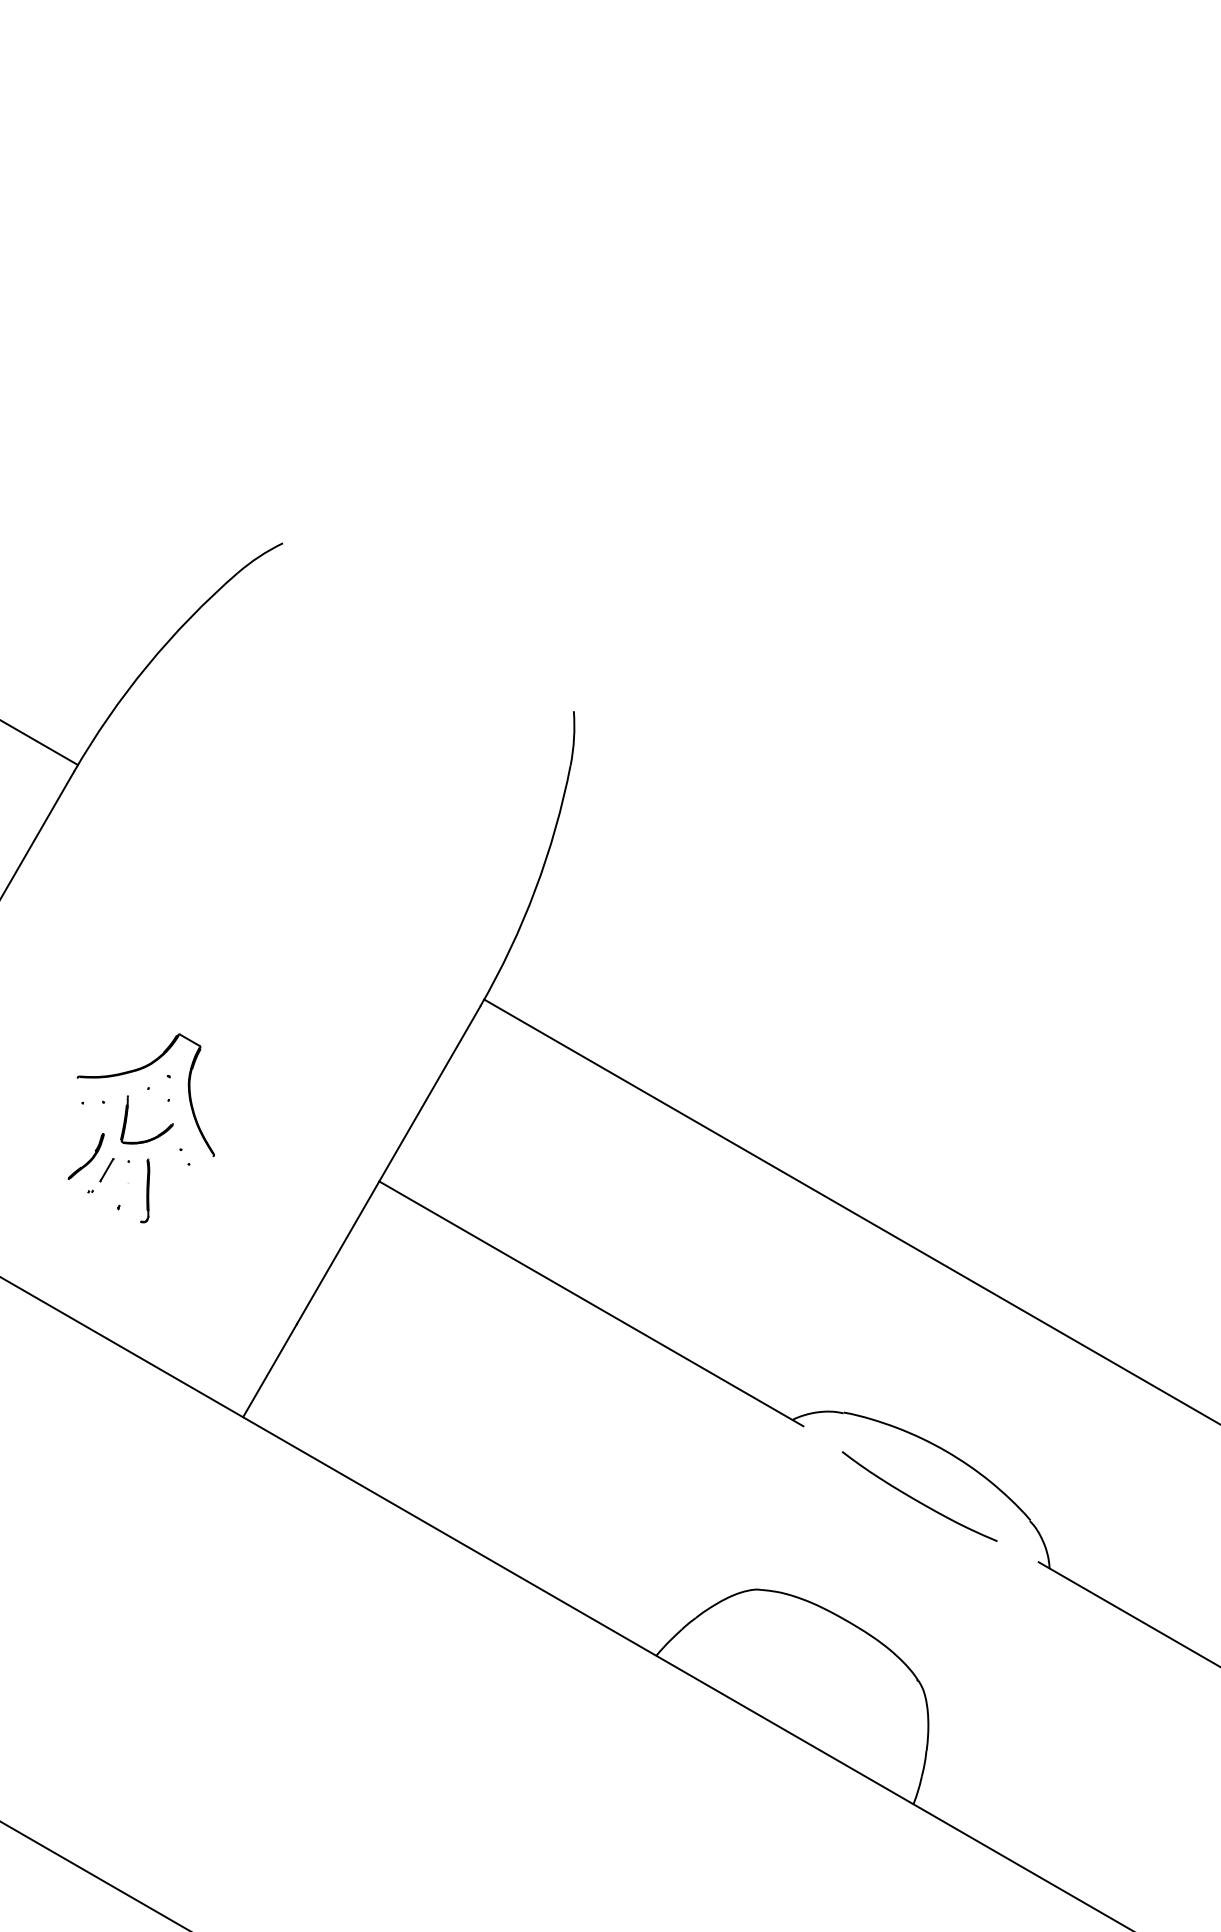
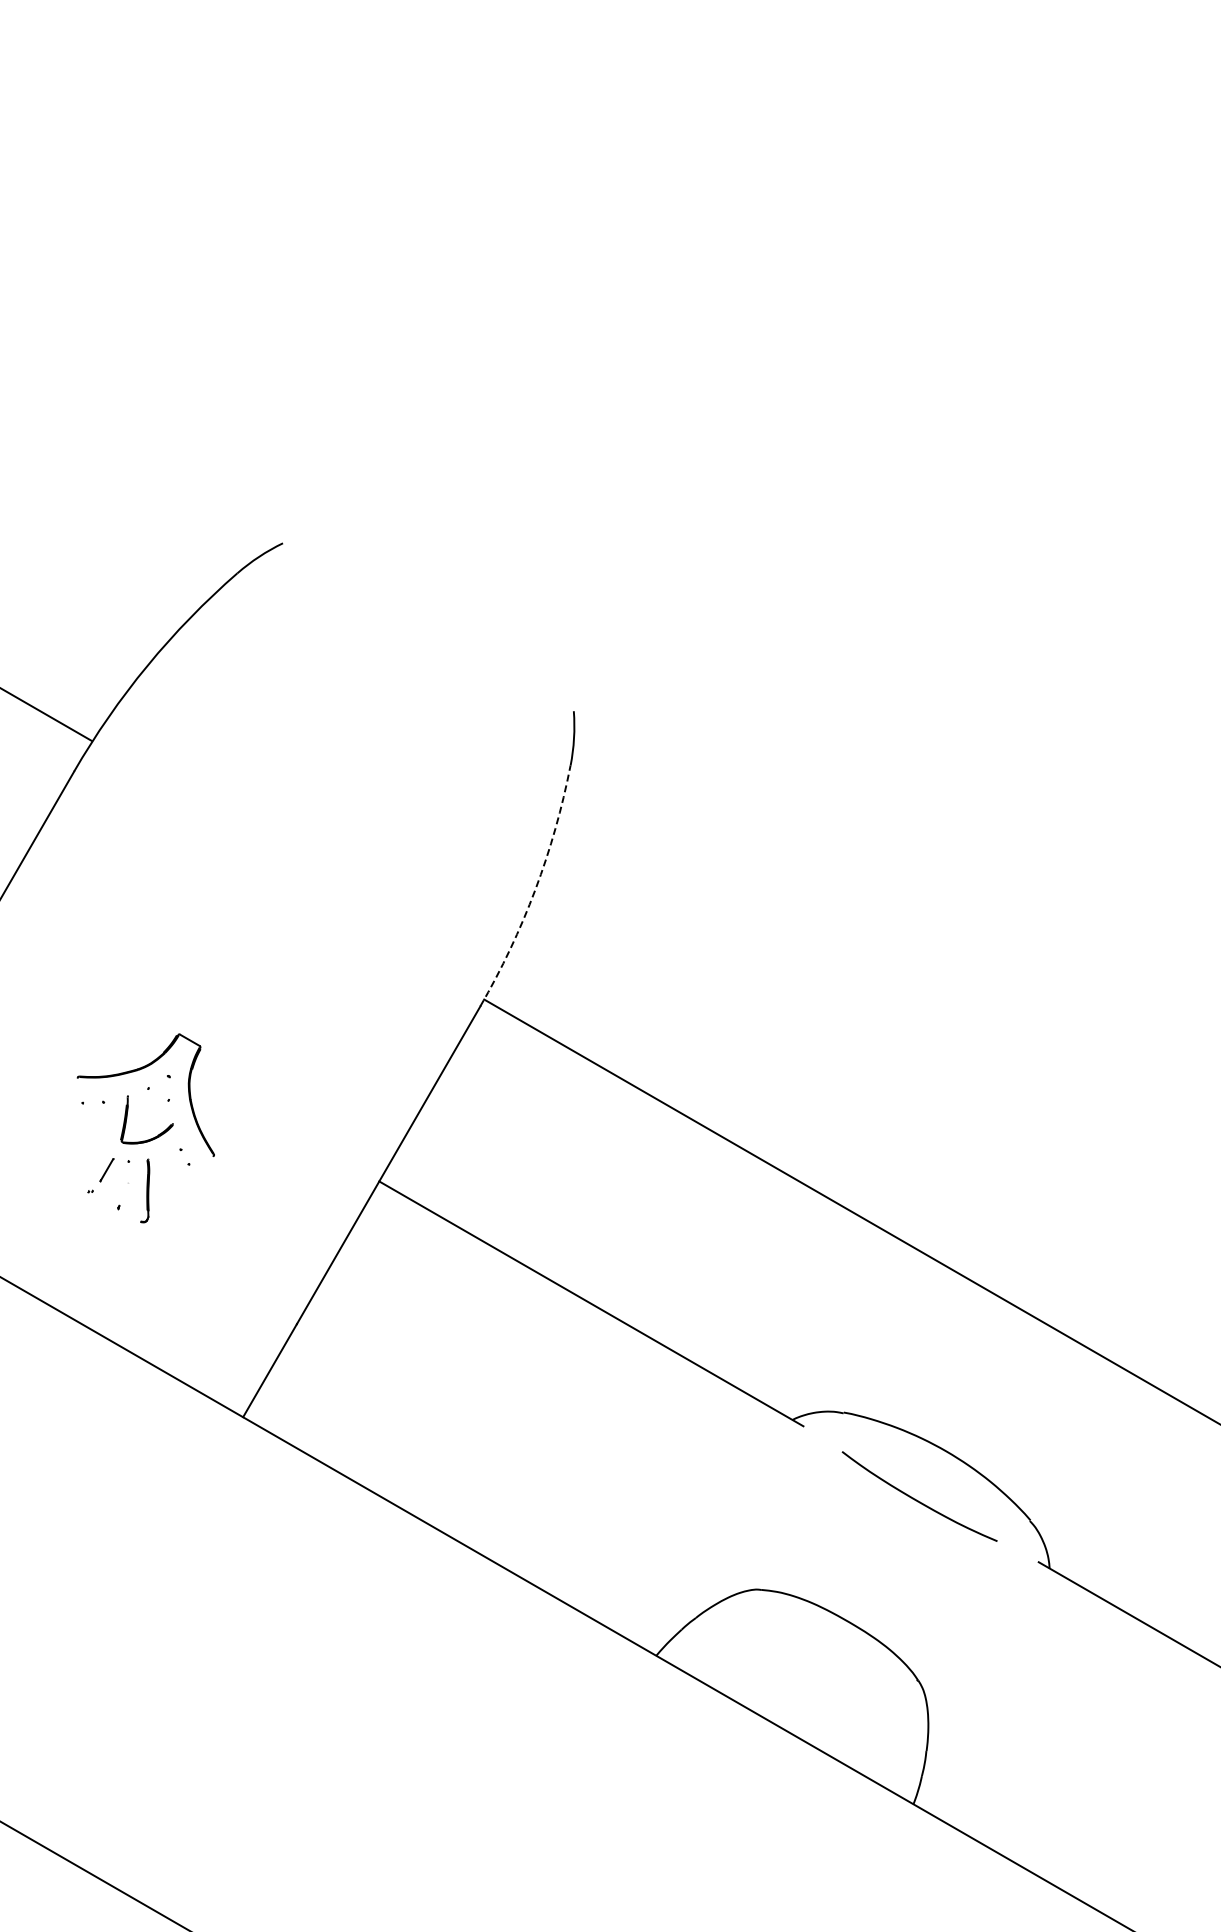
line at (39, 743) position: (39, 743) -> (46, 715)
arc at (535, 889): solid -> dashed
part at (85, 1156): present -> none
